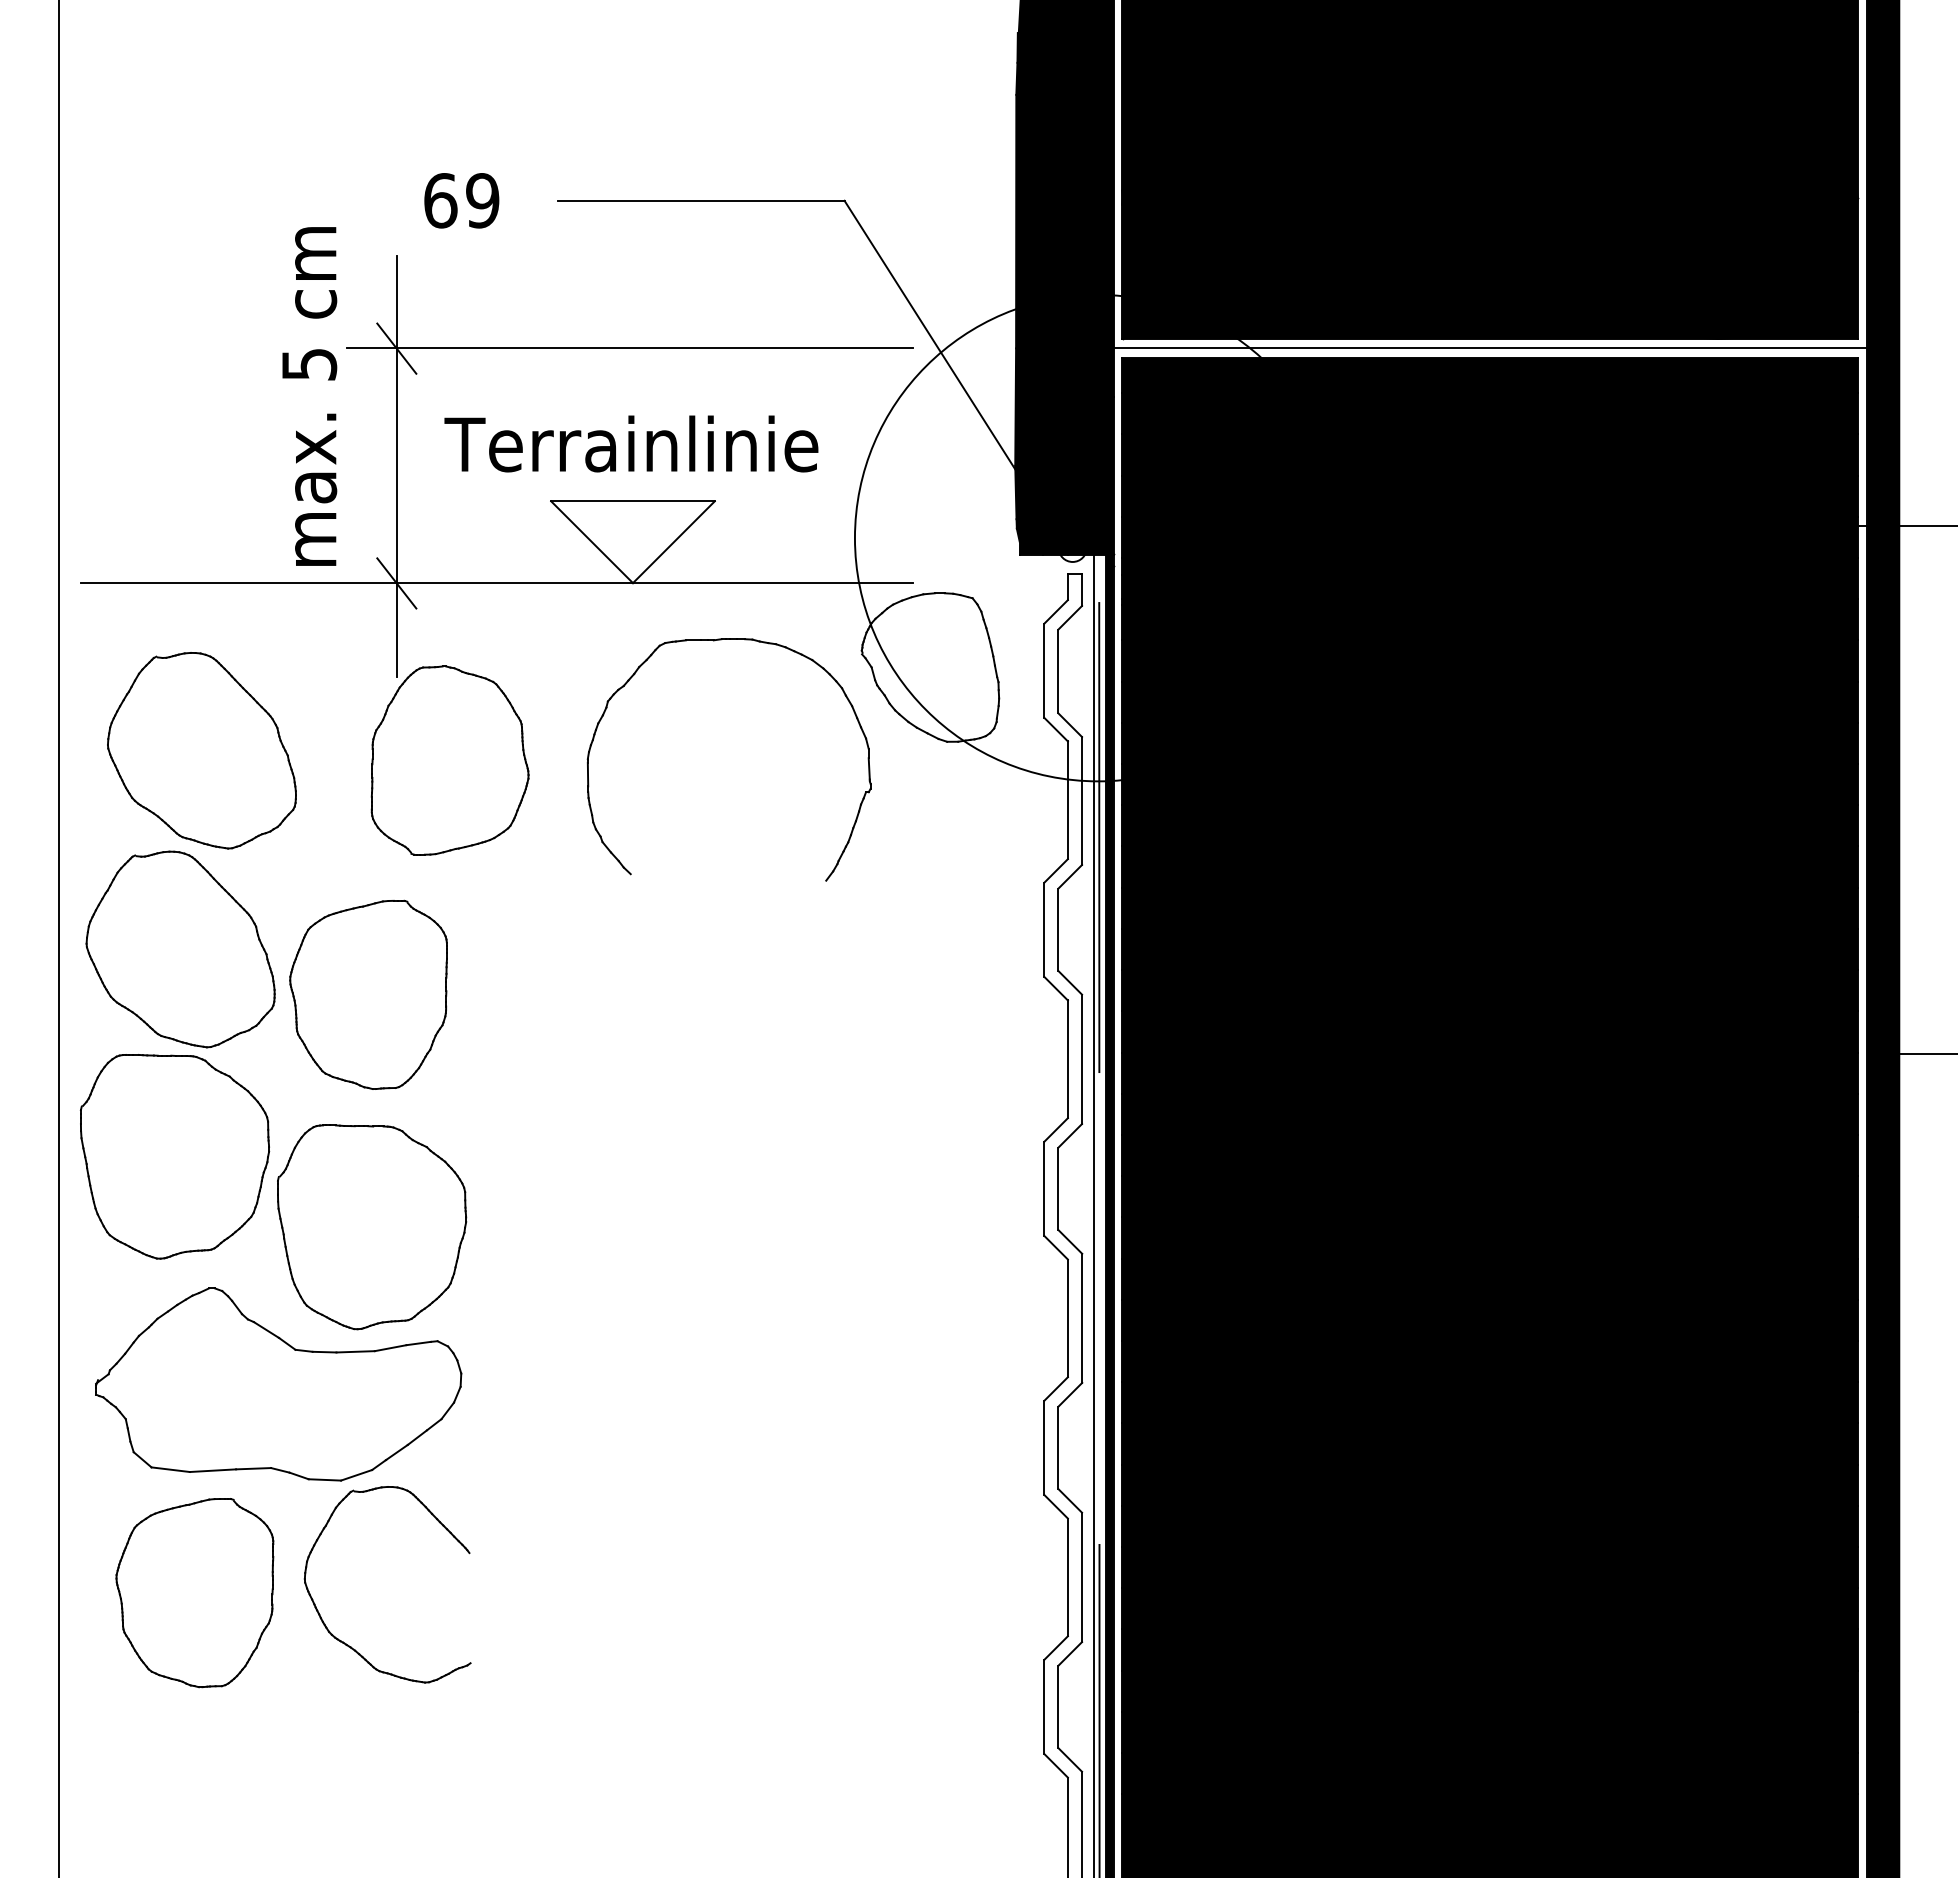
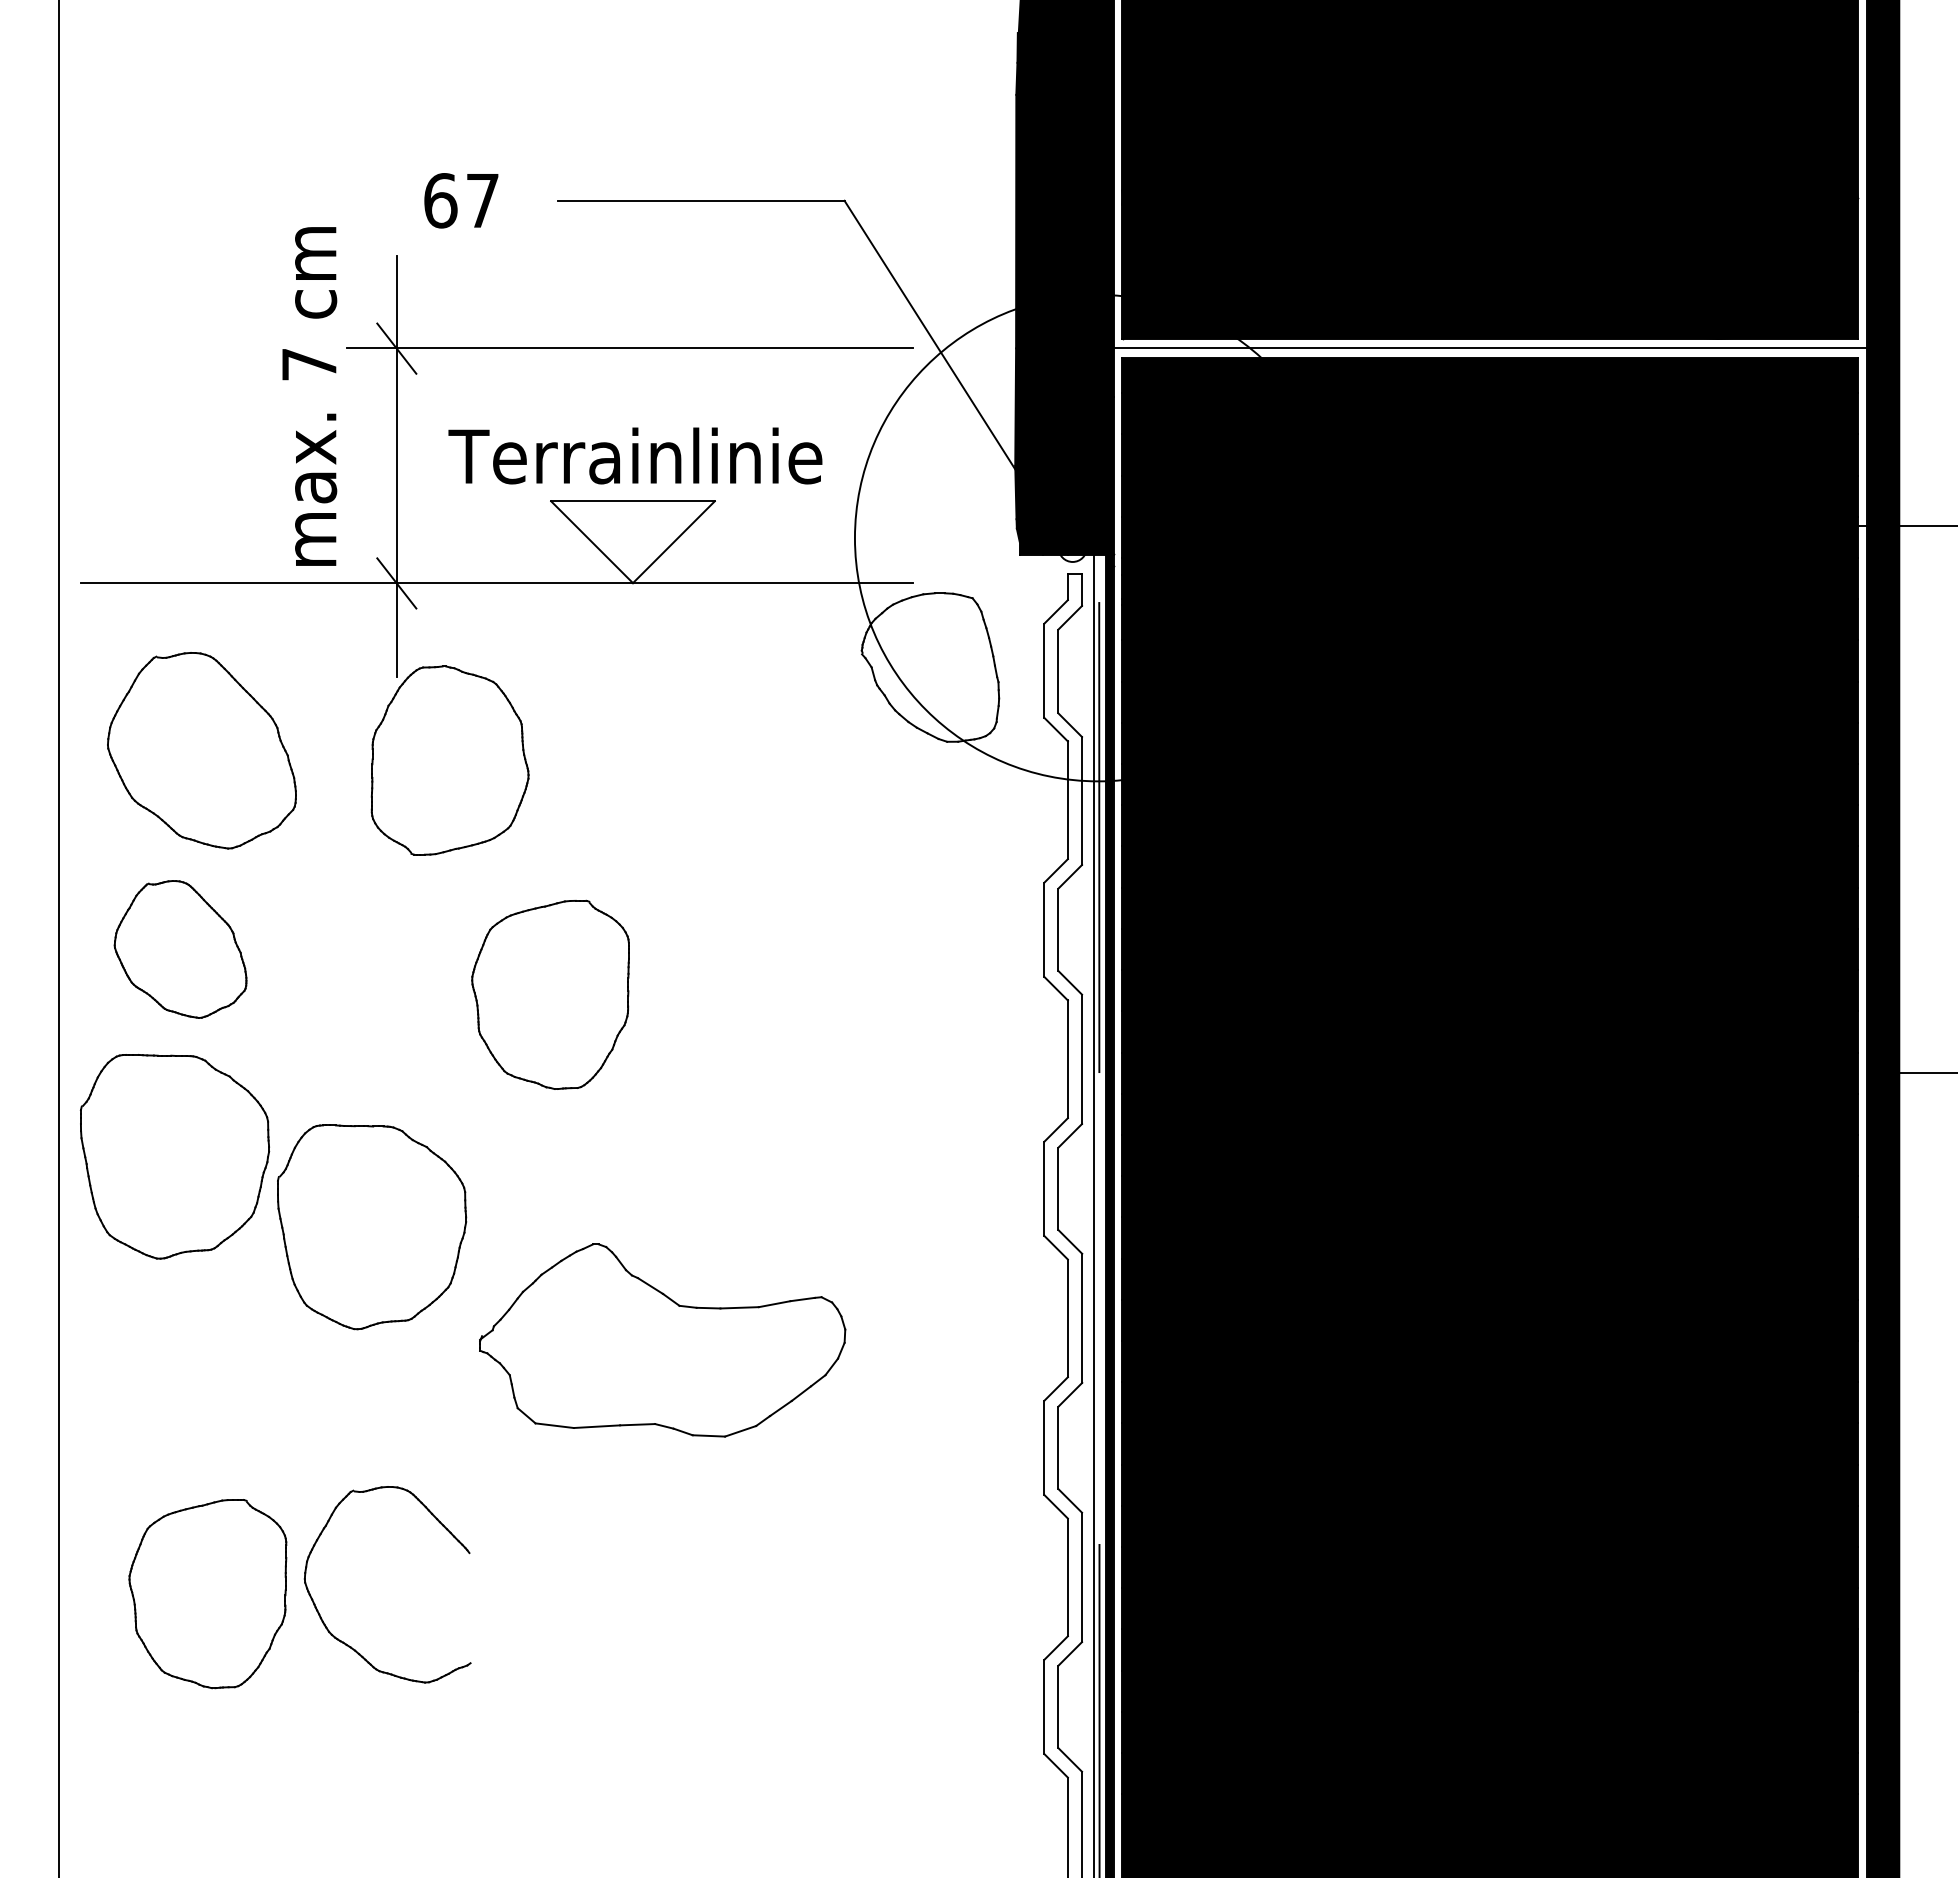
text at (482, 200): 69 -> 67
text at (309, 364): 5 -> 7
text at (631, 443) position: (631, 443) -> (635, 455)
part at (714, 641): present -> none
part at (180, 949) size: 191x199 px -> 135x139 px
part at (368, 994) position: (368, 994) -> (550, 994)
line at (1926, 1054) position: (1926, 1054) -> (1926, 1073)
part at (278, 1384) position: (278, 1384) -> (662, 1340)
part at (194, 1593) position: (194, 1593) -> (207, 1594)
